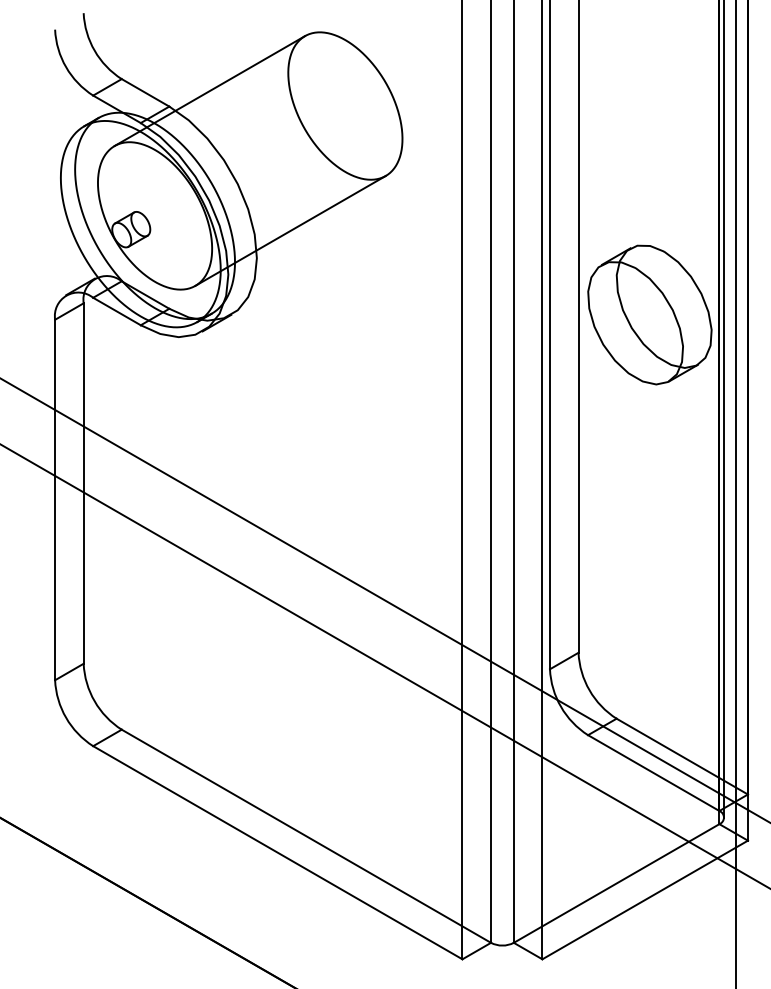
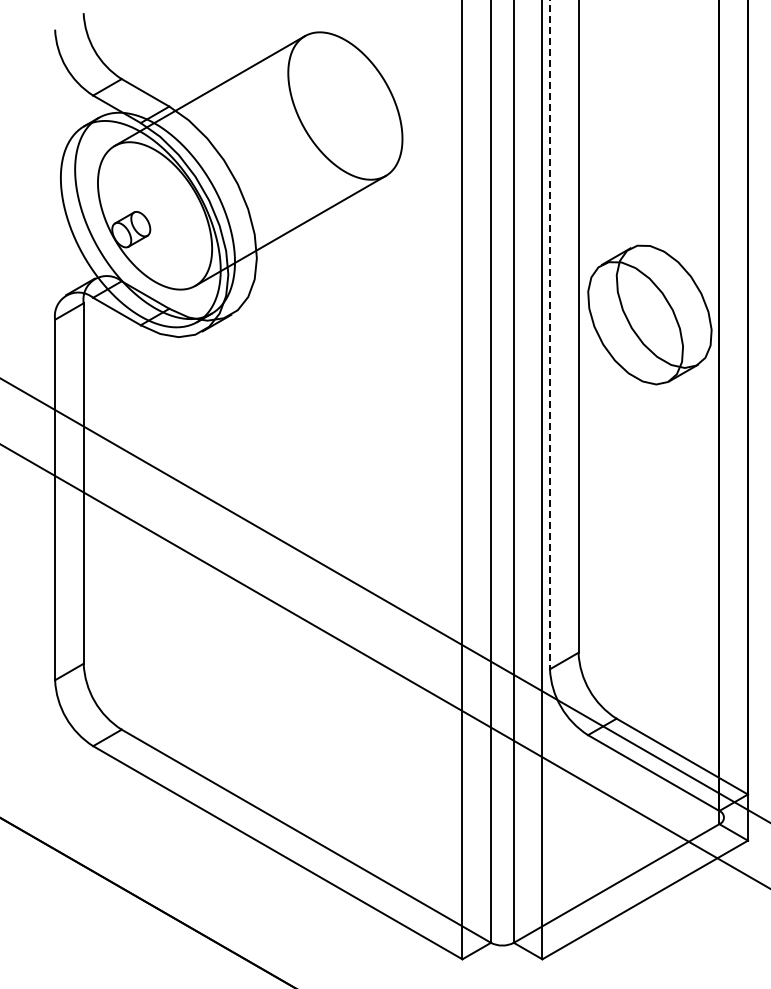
line at (550, 334): solid -> dashed
line at (724, 409): present -> none
line at (735, 493): present -> none
